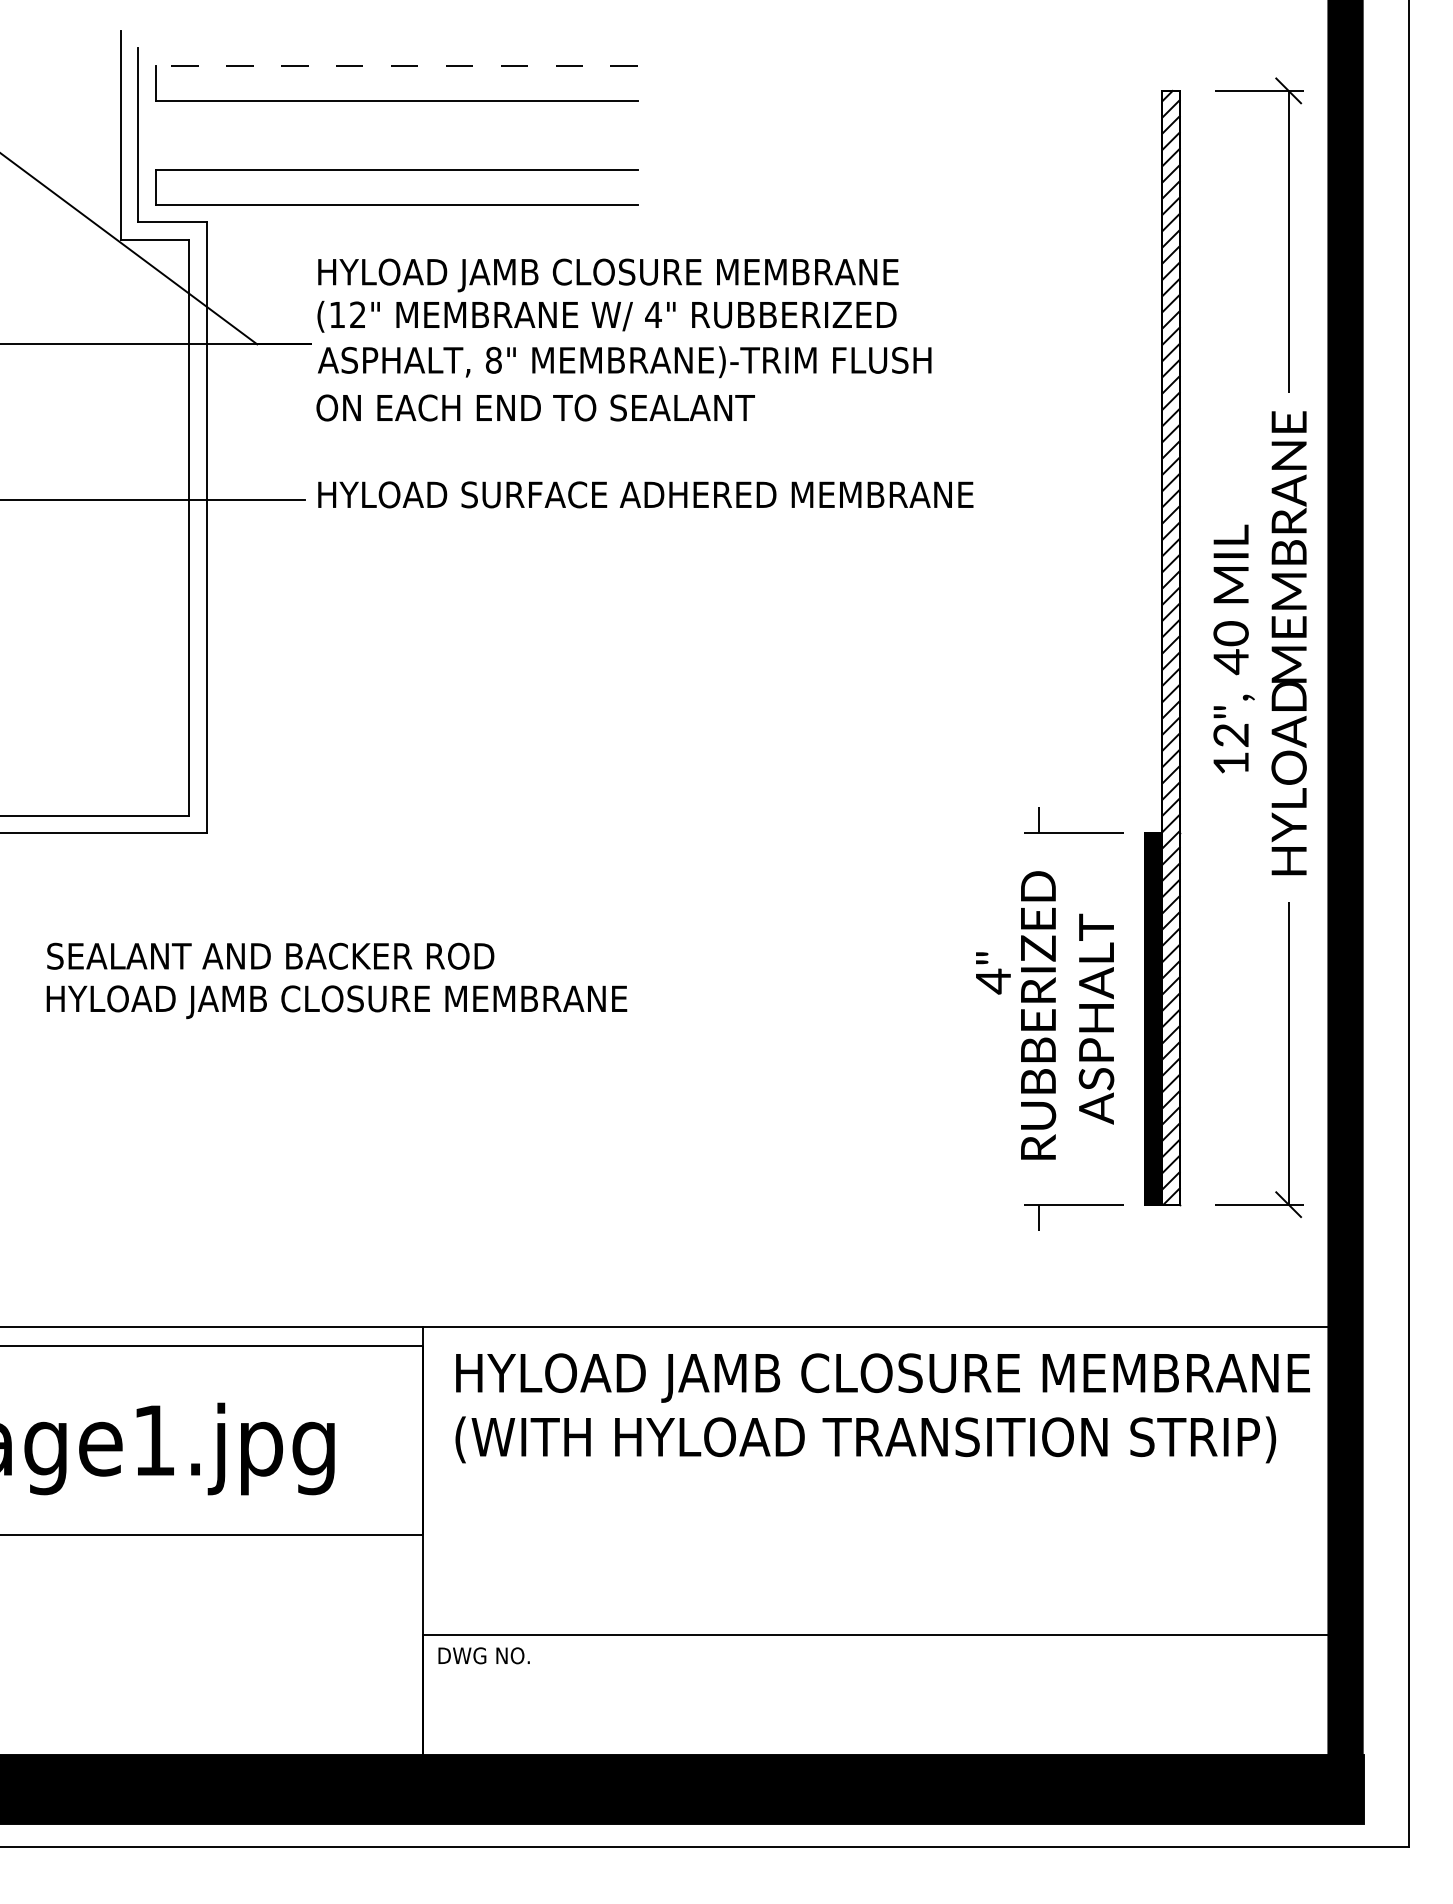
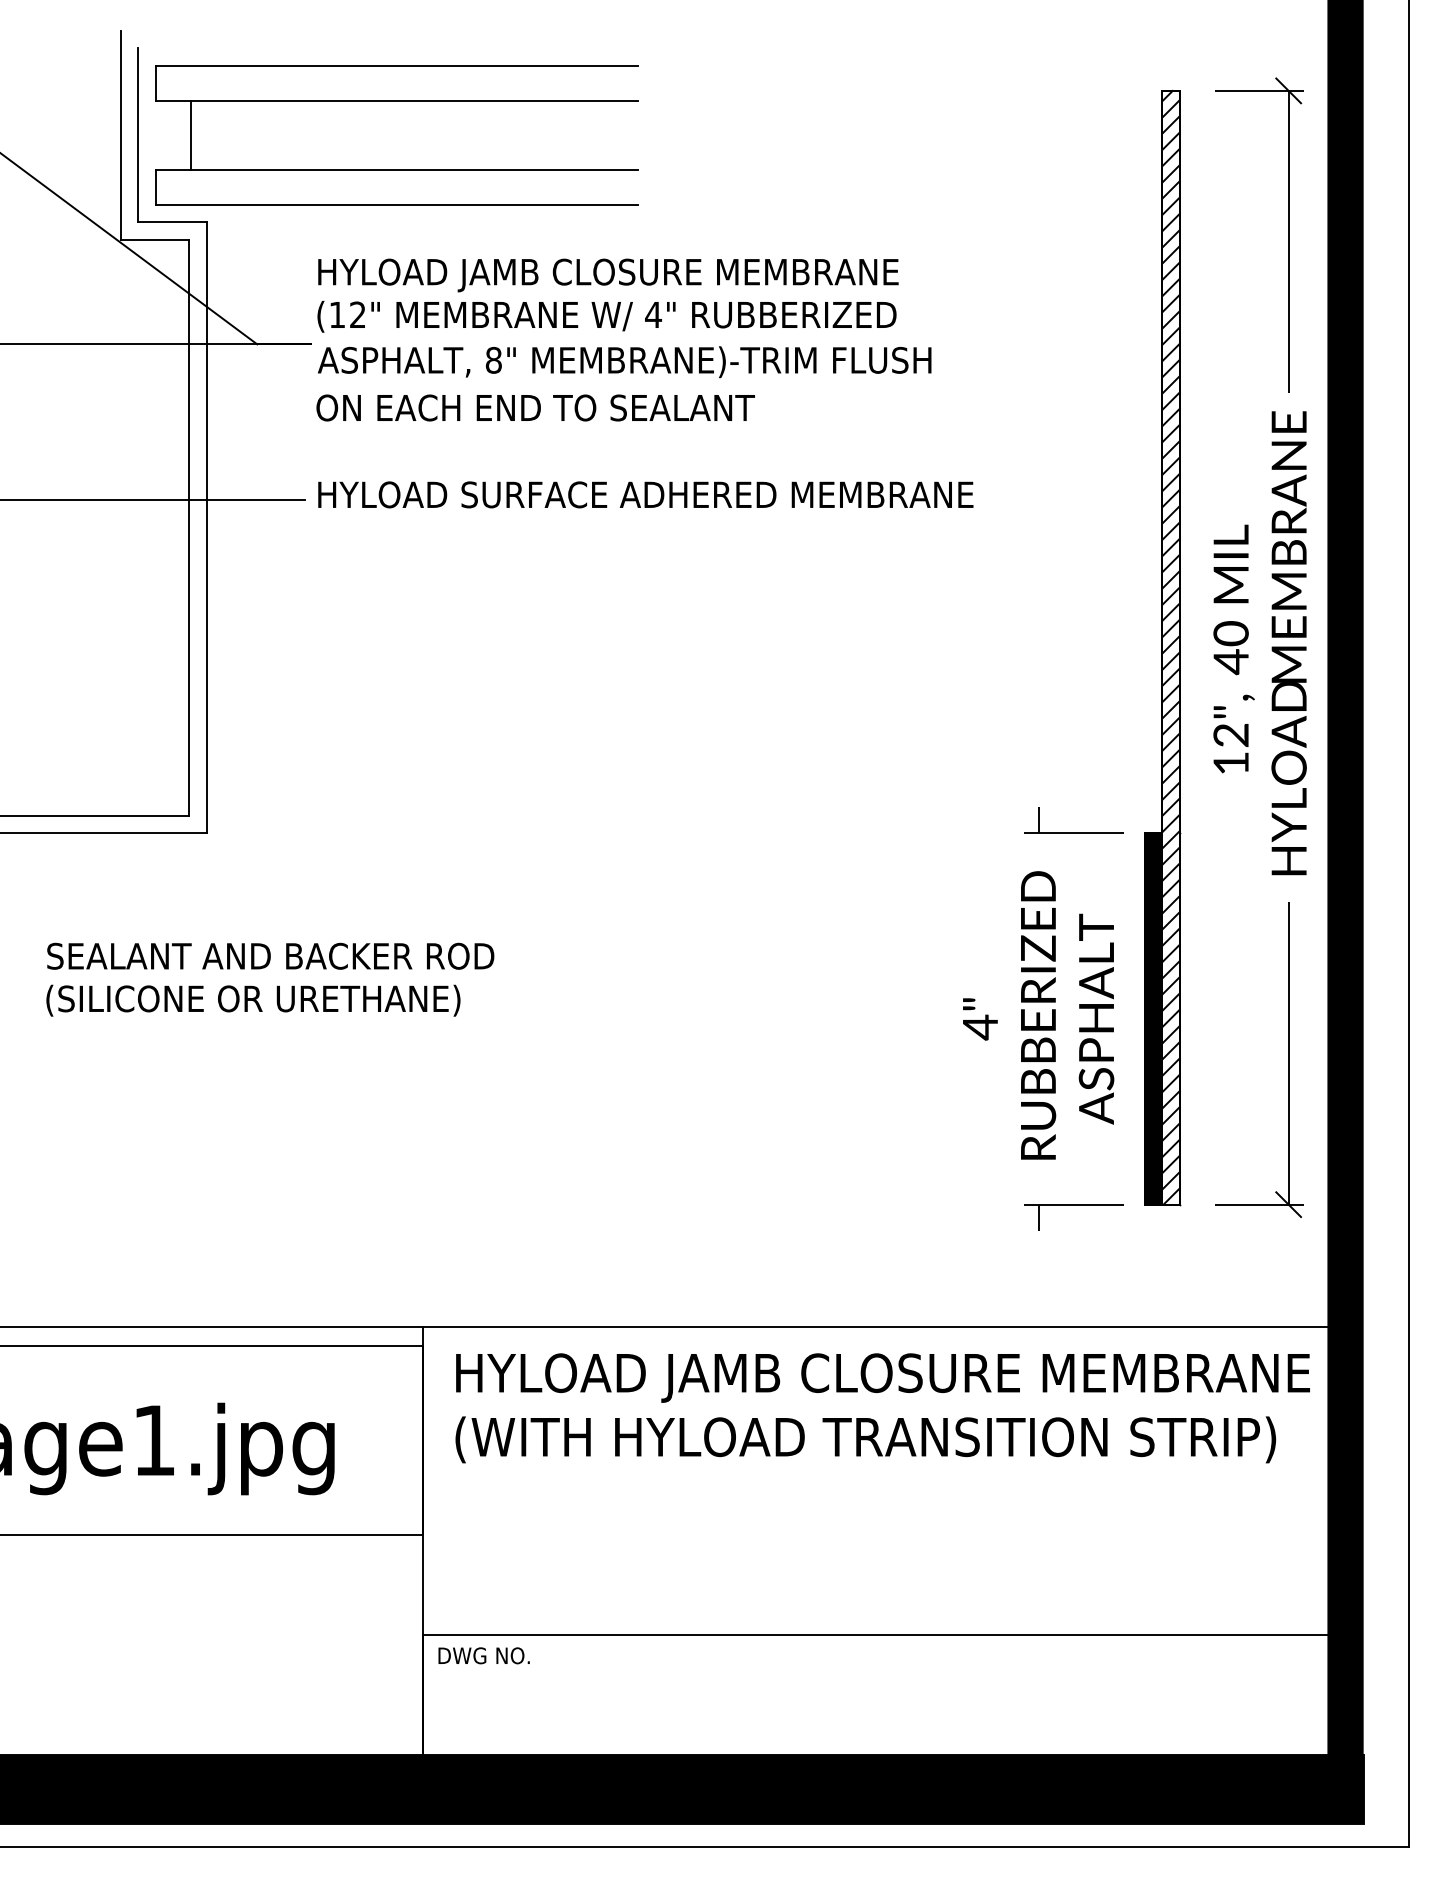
line at (396, 65): dashed -> solid
line at (190, 135): none -> present
text at (993, 973) position: (993, 973) -> (980, 1019)
text at (336, 1001): HYLOAD JAMB CLOSURE MEMBRANE -> (SILICONE OR URETHANE)
